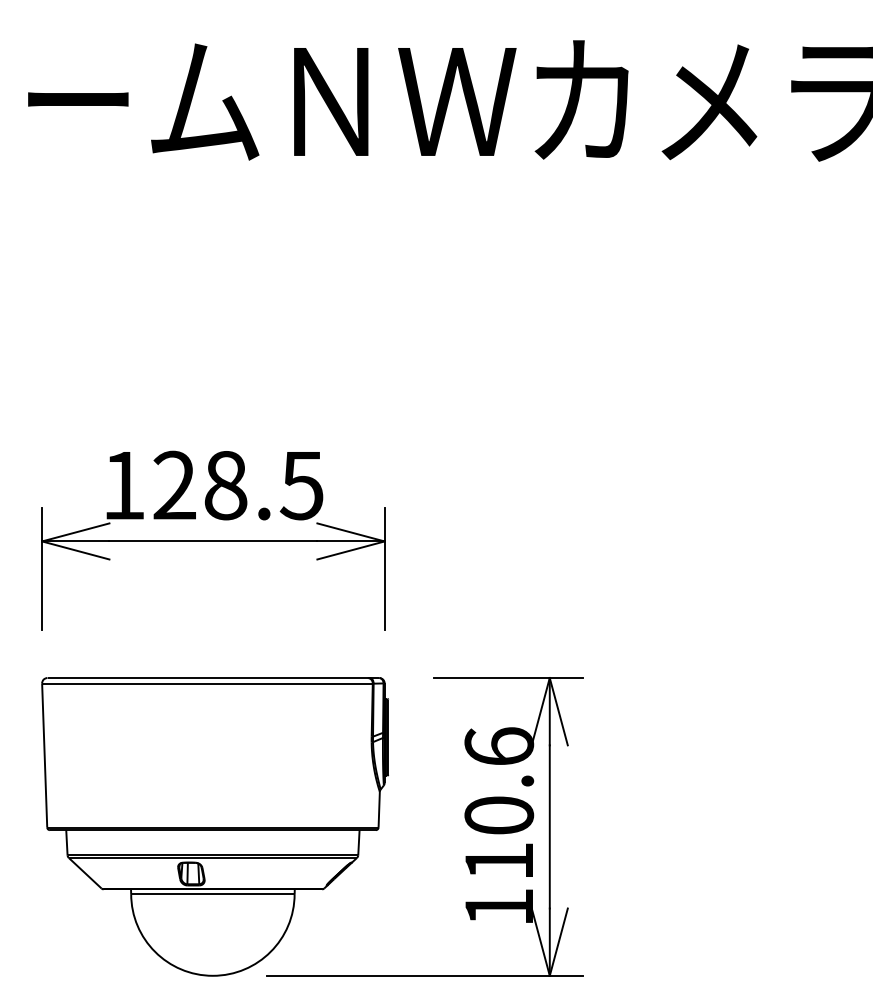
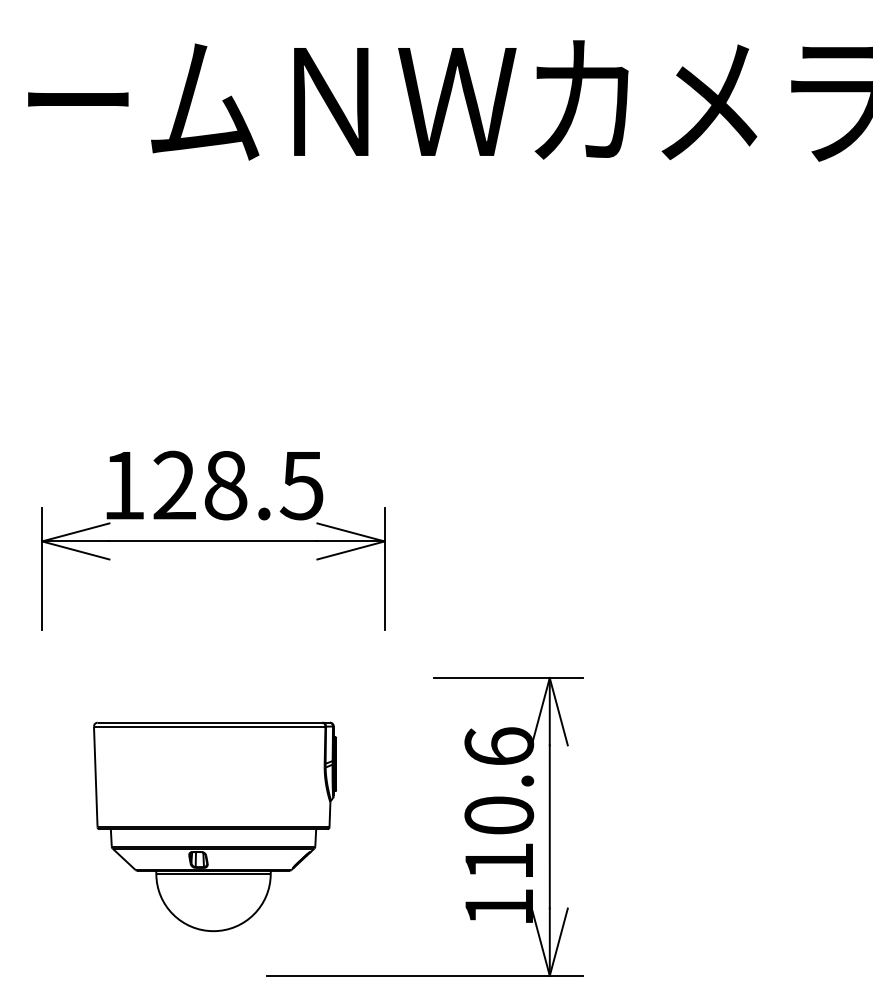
part at (214, 826) size: 348x300 px -> 244x212 px
